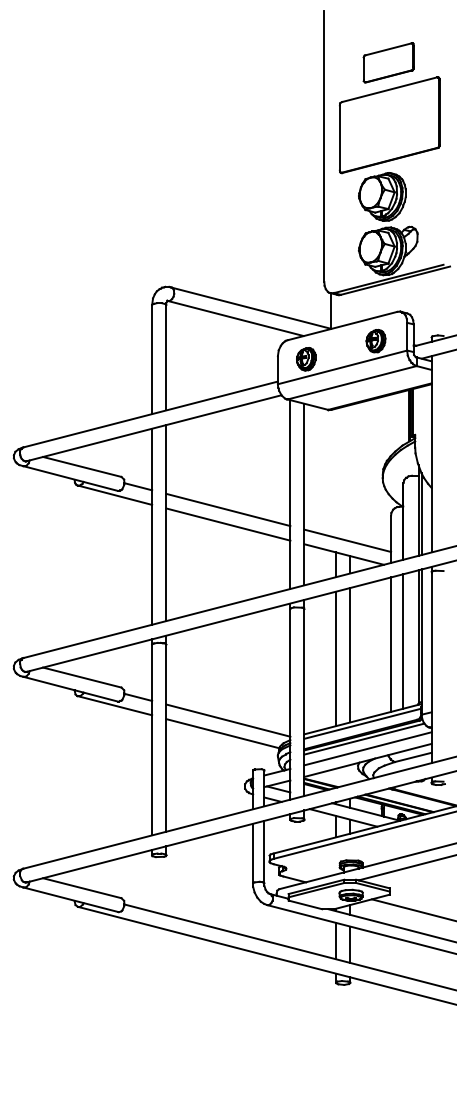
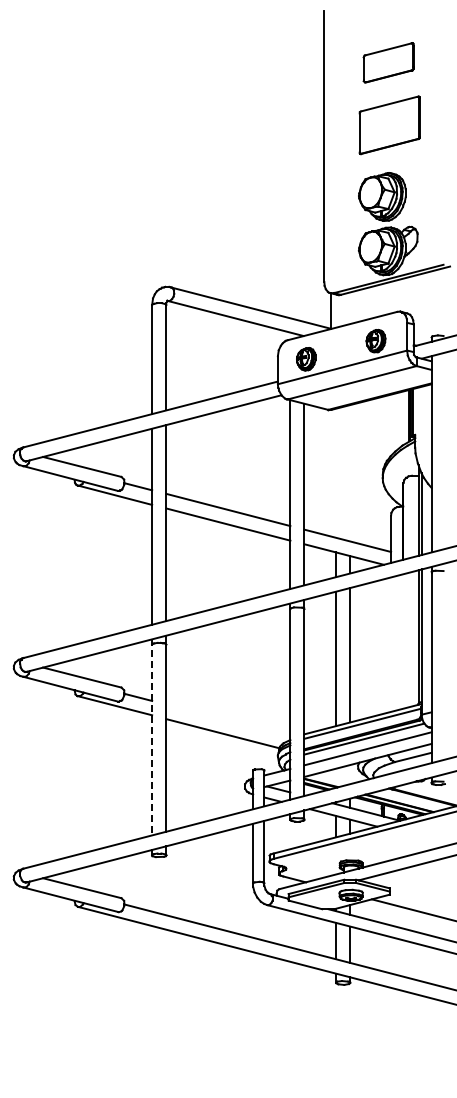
part at (389, 125) size: 103x99 px -> 63x61 px
line at (403, 641): present -> none
line at (391, 644): present -> none
line at (228, 720): present -> none
line at (152, 737): solid -> dashed
